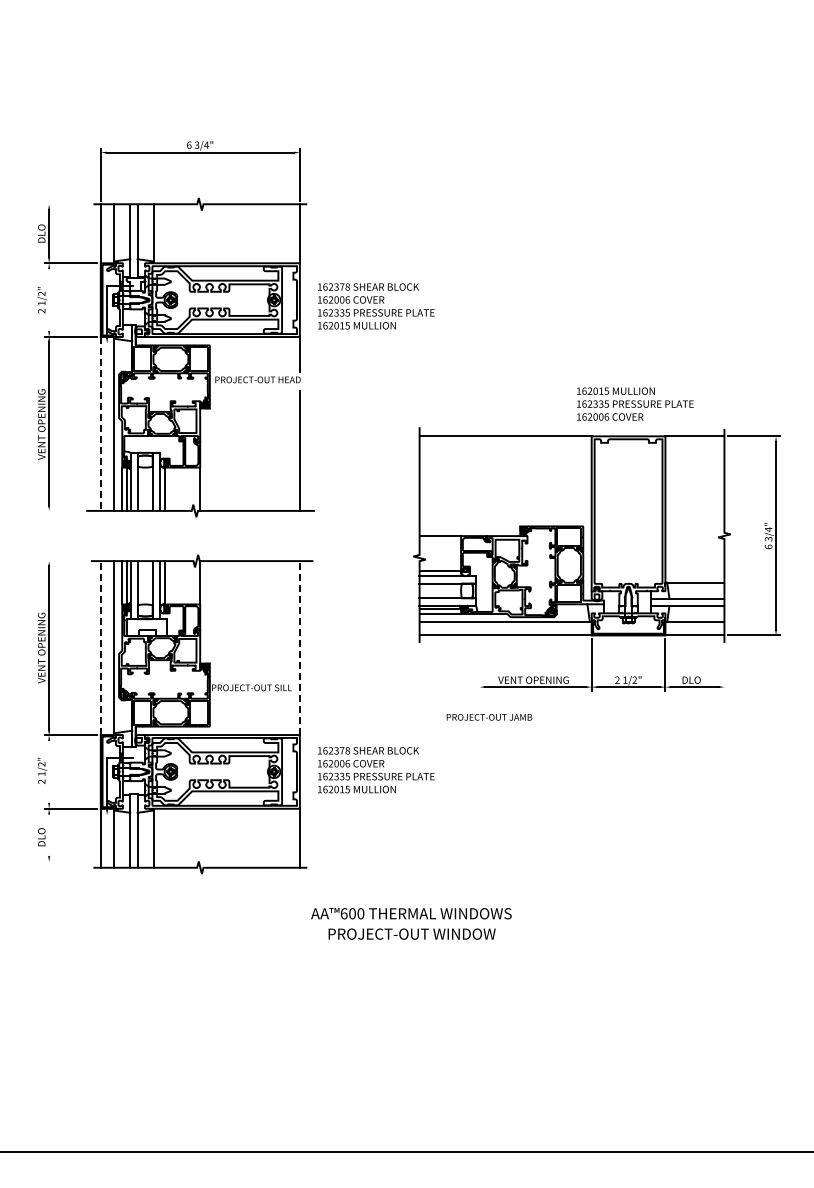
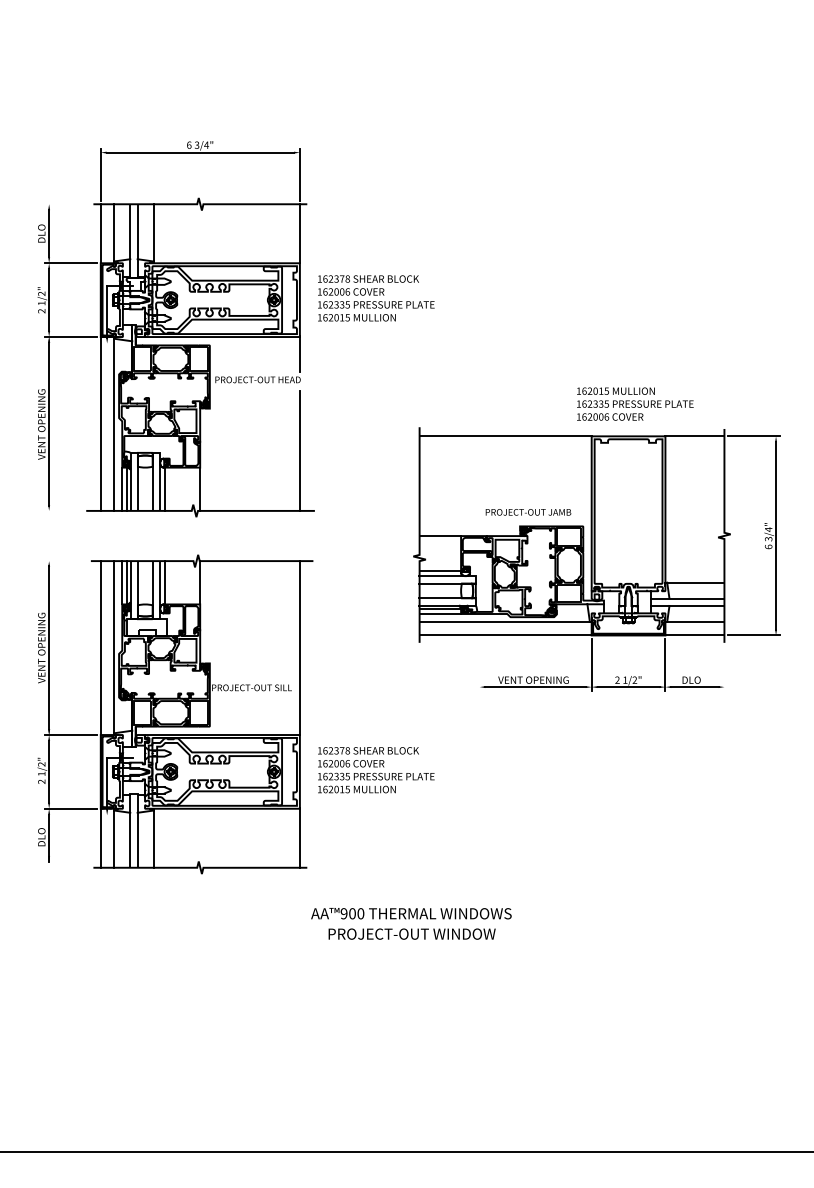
line at (49, 300): none -> present
text at (376, 306) position: (376, 306) -> (376, 298)
line at (100, 423): dashed -> solid
line at (100, 648): dashed -> solid
line at (299, 648): dashed -> solid
text at (489, 717) position: (489, 717) -> (528, 512)
line at (49, 771): none -> present
line at (49, 837): none -> present
text at (343, 913): 600 -> 900
